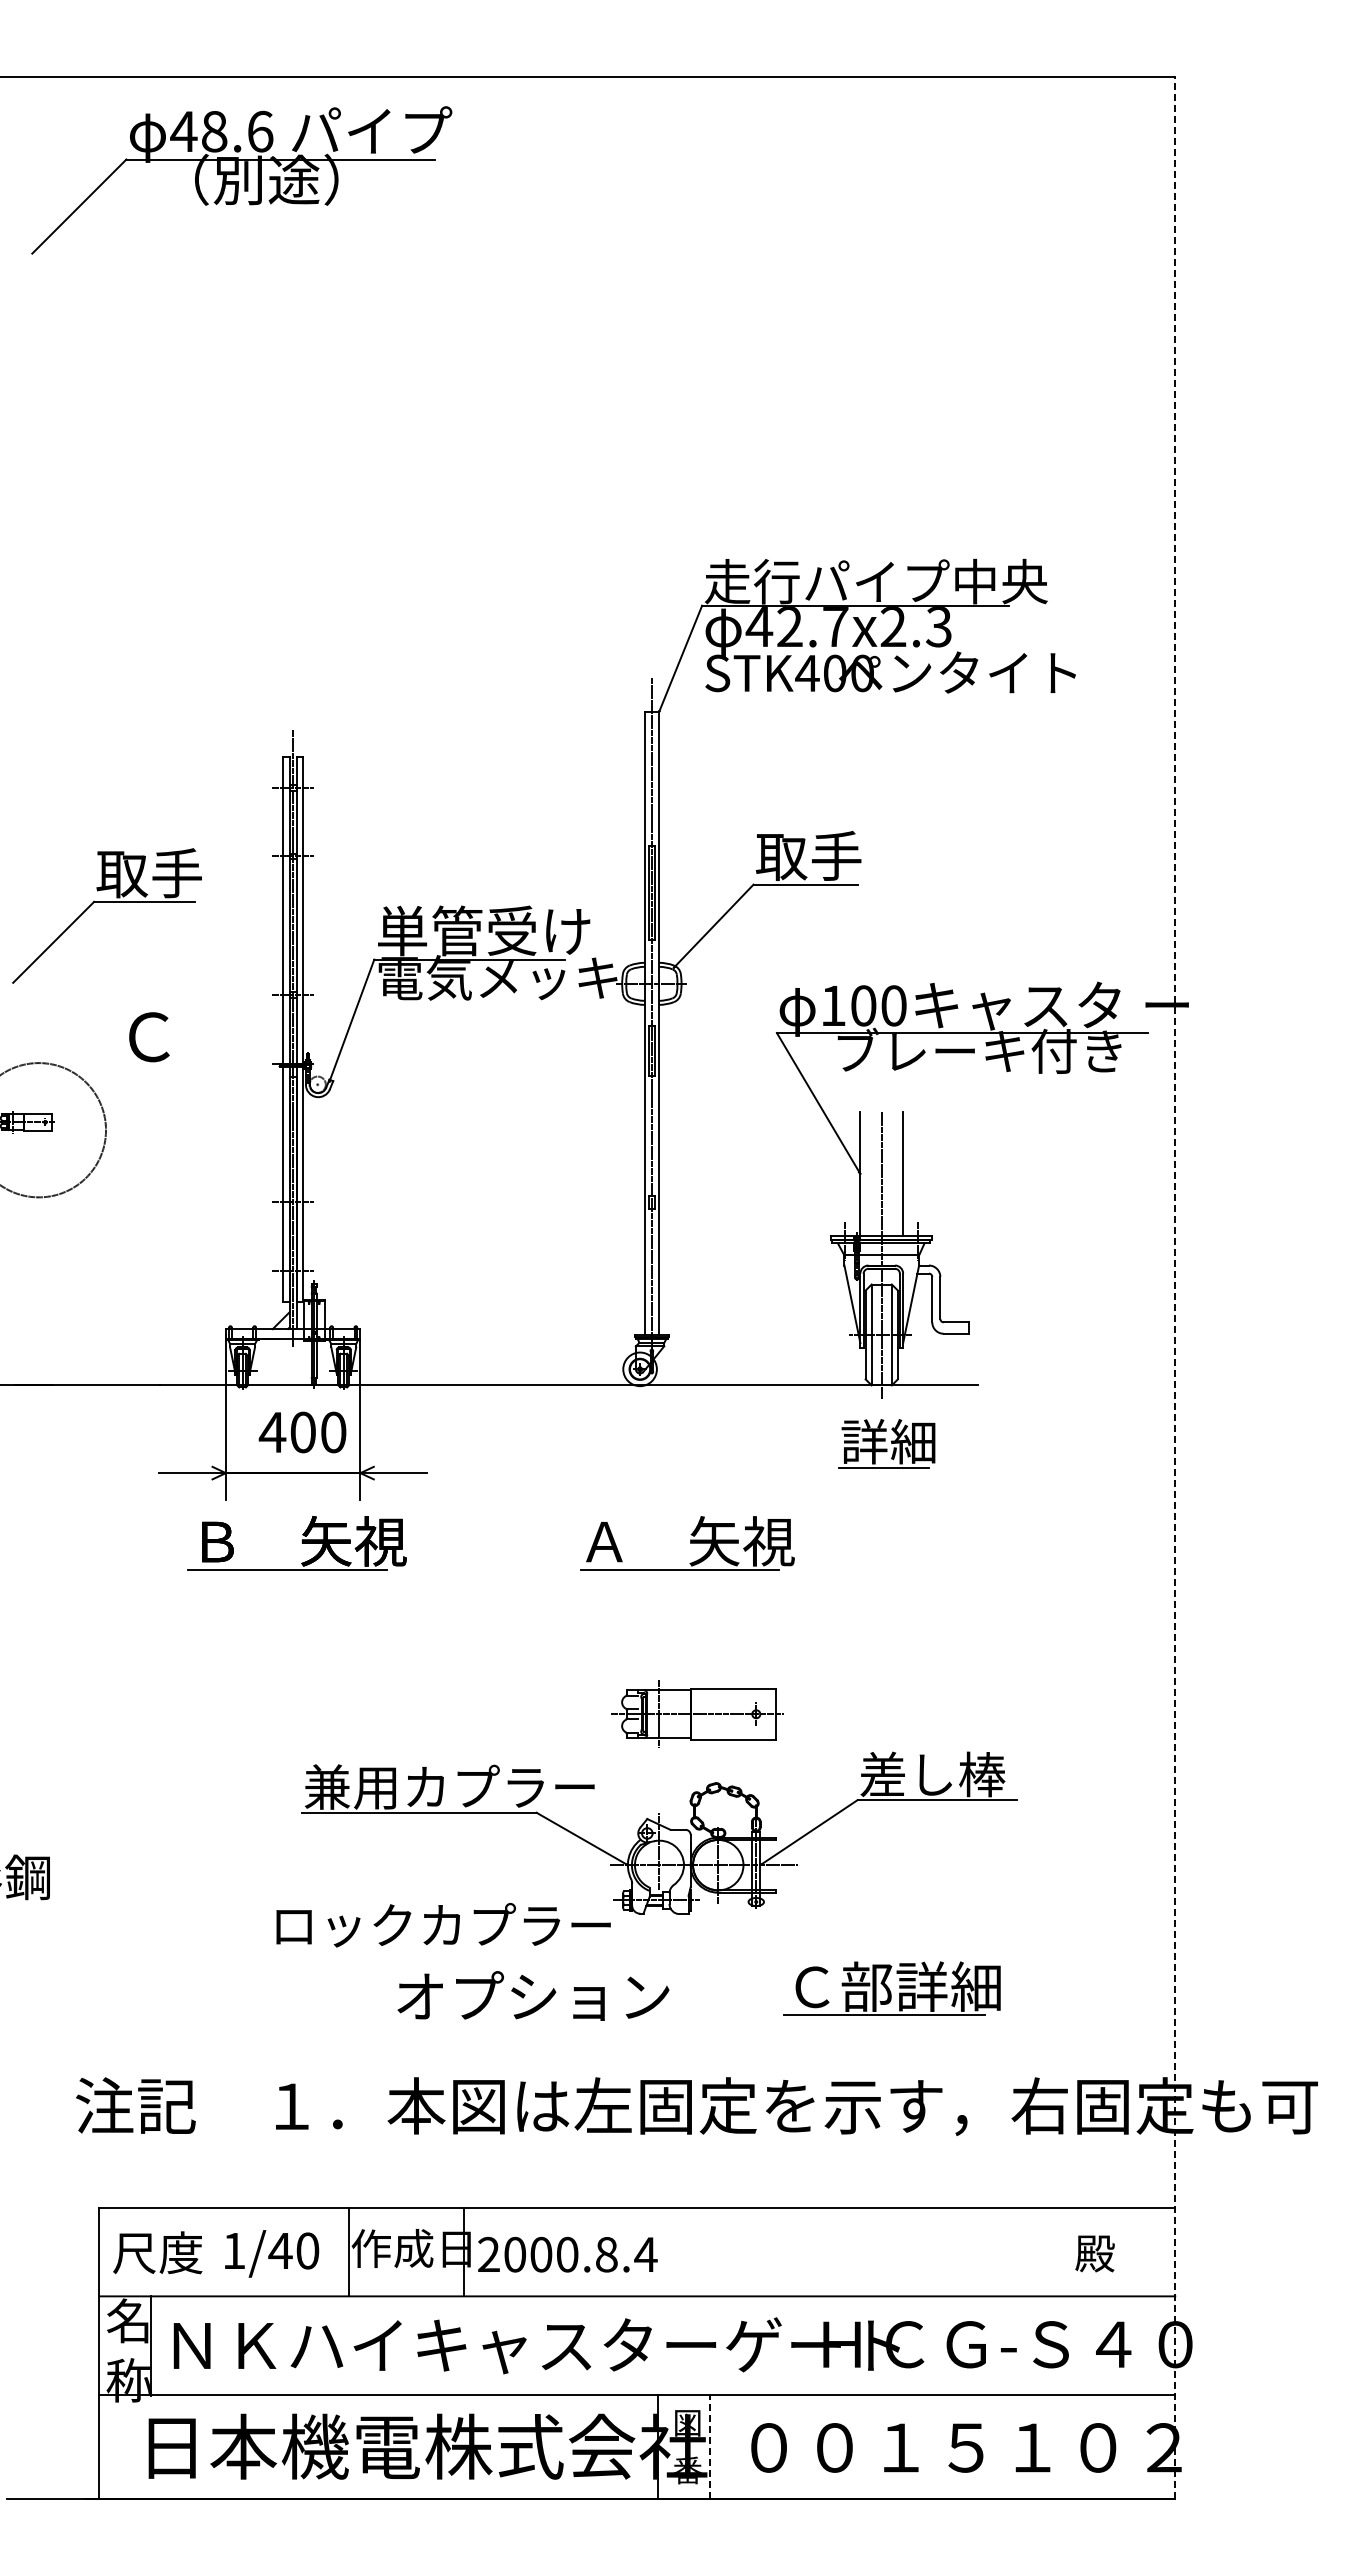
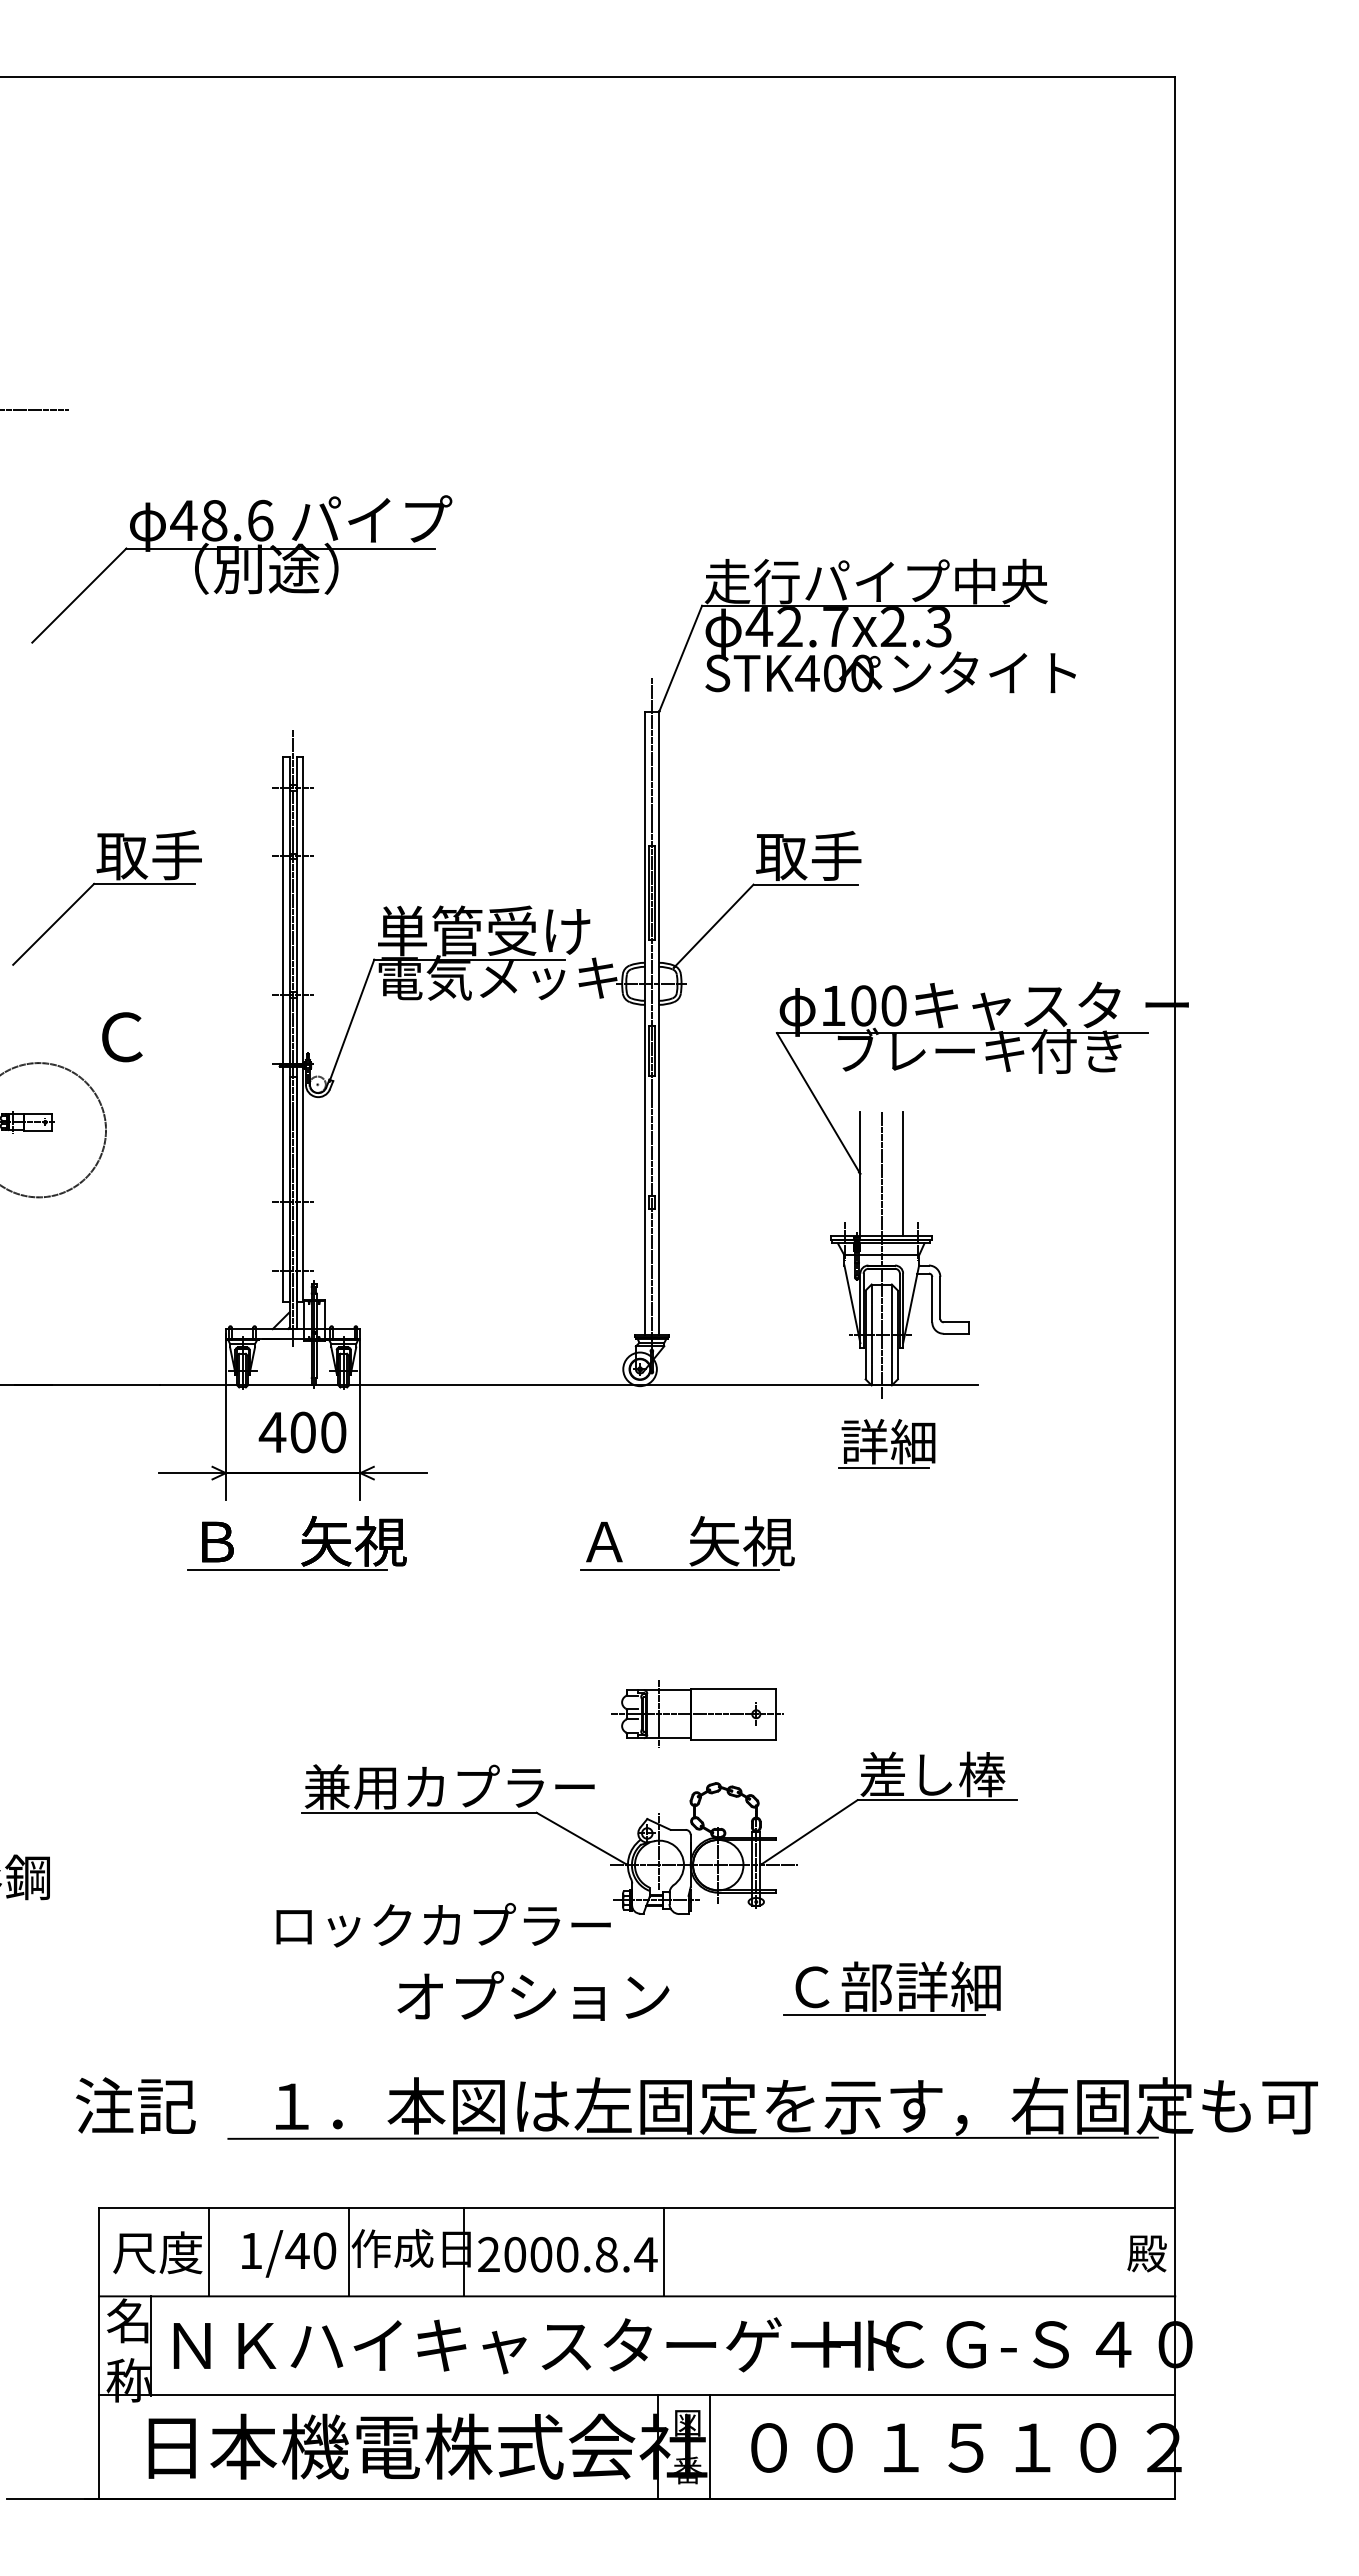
part at (241, 180) position: (241, 180) -> (241, 569)
line at (35, 409): none -> present
part at (106, 902) position: (106, 902) -> (106, 884)
text at (149, 1037) position: (149, 1037) -> (122, 1037)
line at (1175, 1288): dashed -> solid
line at (692, 2137): none -> present
line at (209, 2251): none -> present
line at (663, 2251): none -> present
text at (272, 2253) position: (272, 2253) -> (289, 2253)
text at (1094, 2253) position: (1094, 2253) -> (1146, 2253)
line at (709, 2447): dashed -> solid
